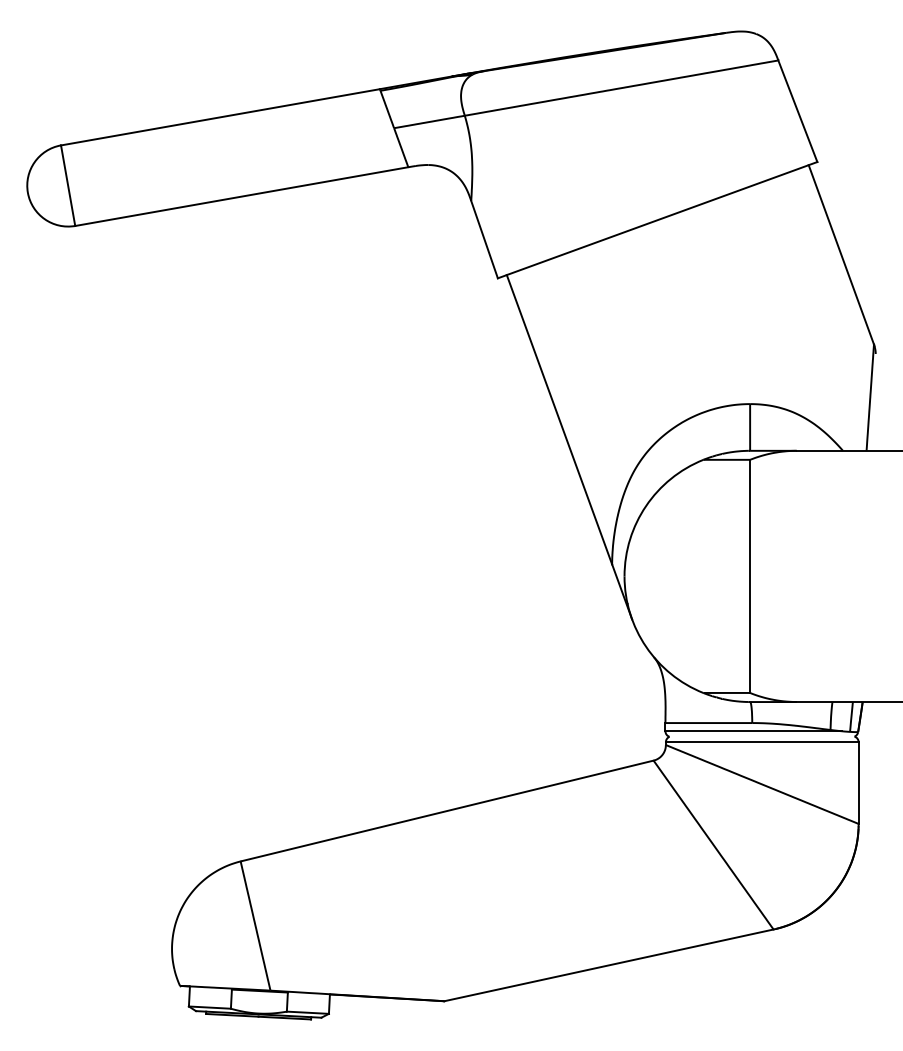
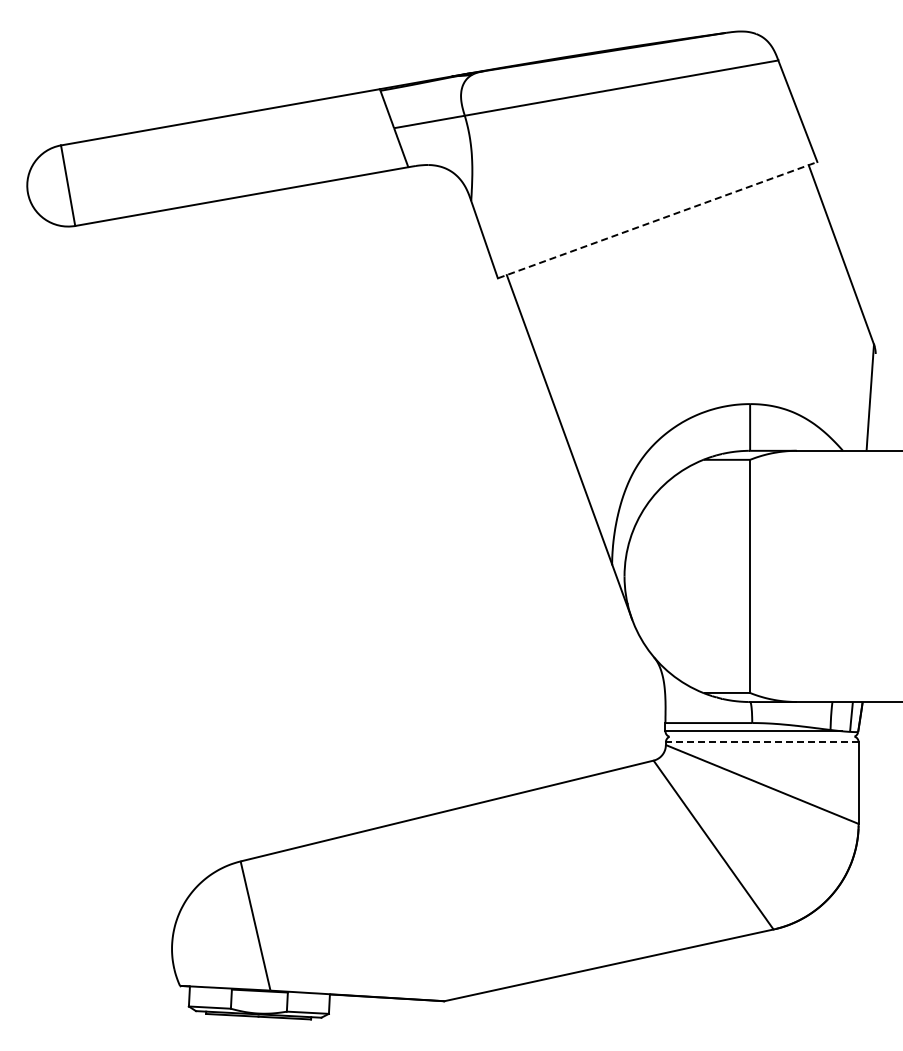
line at (657, 220): solid -> dashed
line at (761, 742): solid -> dashed
